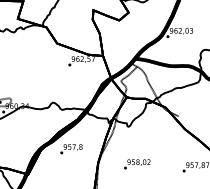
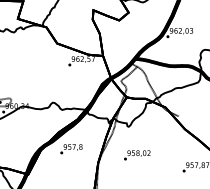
text at (137, 164) position: (137, 164) -> (137, 155)
